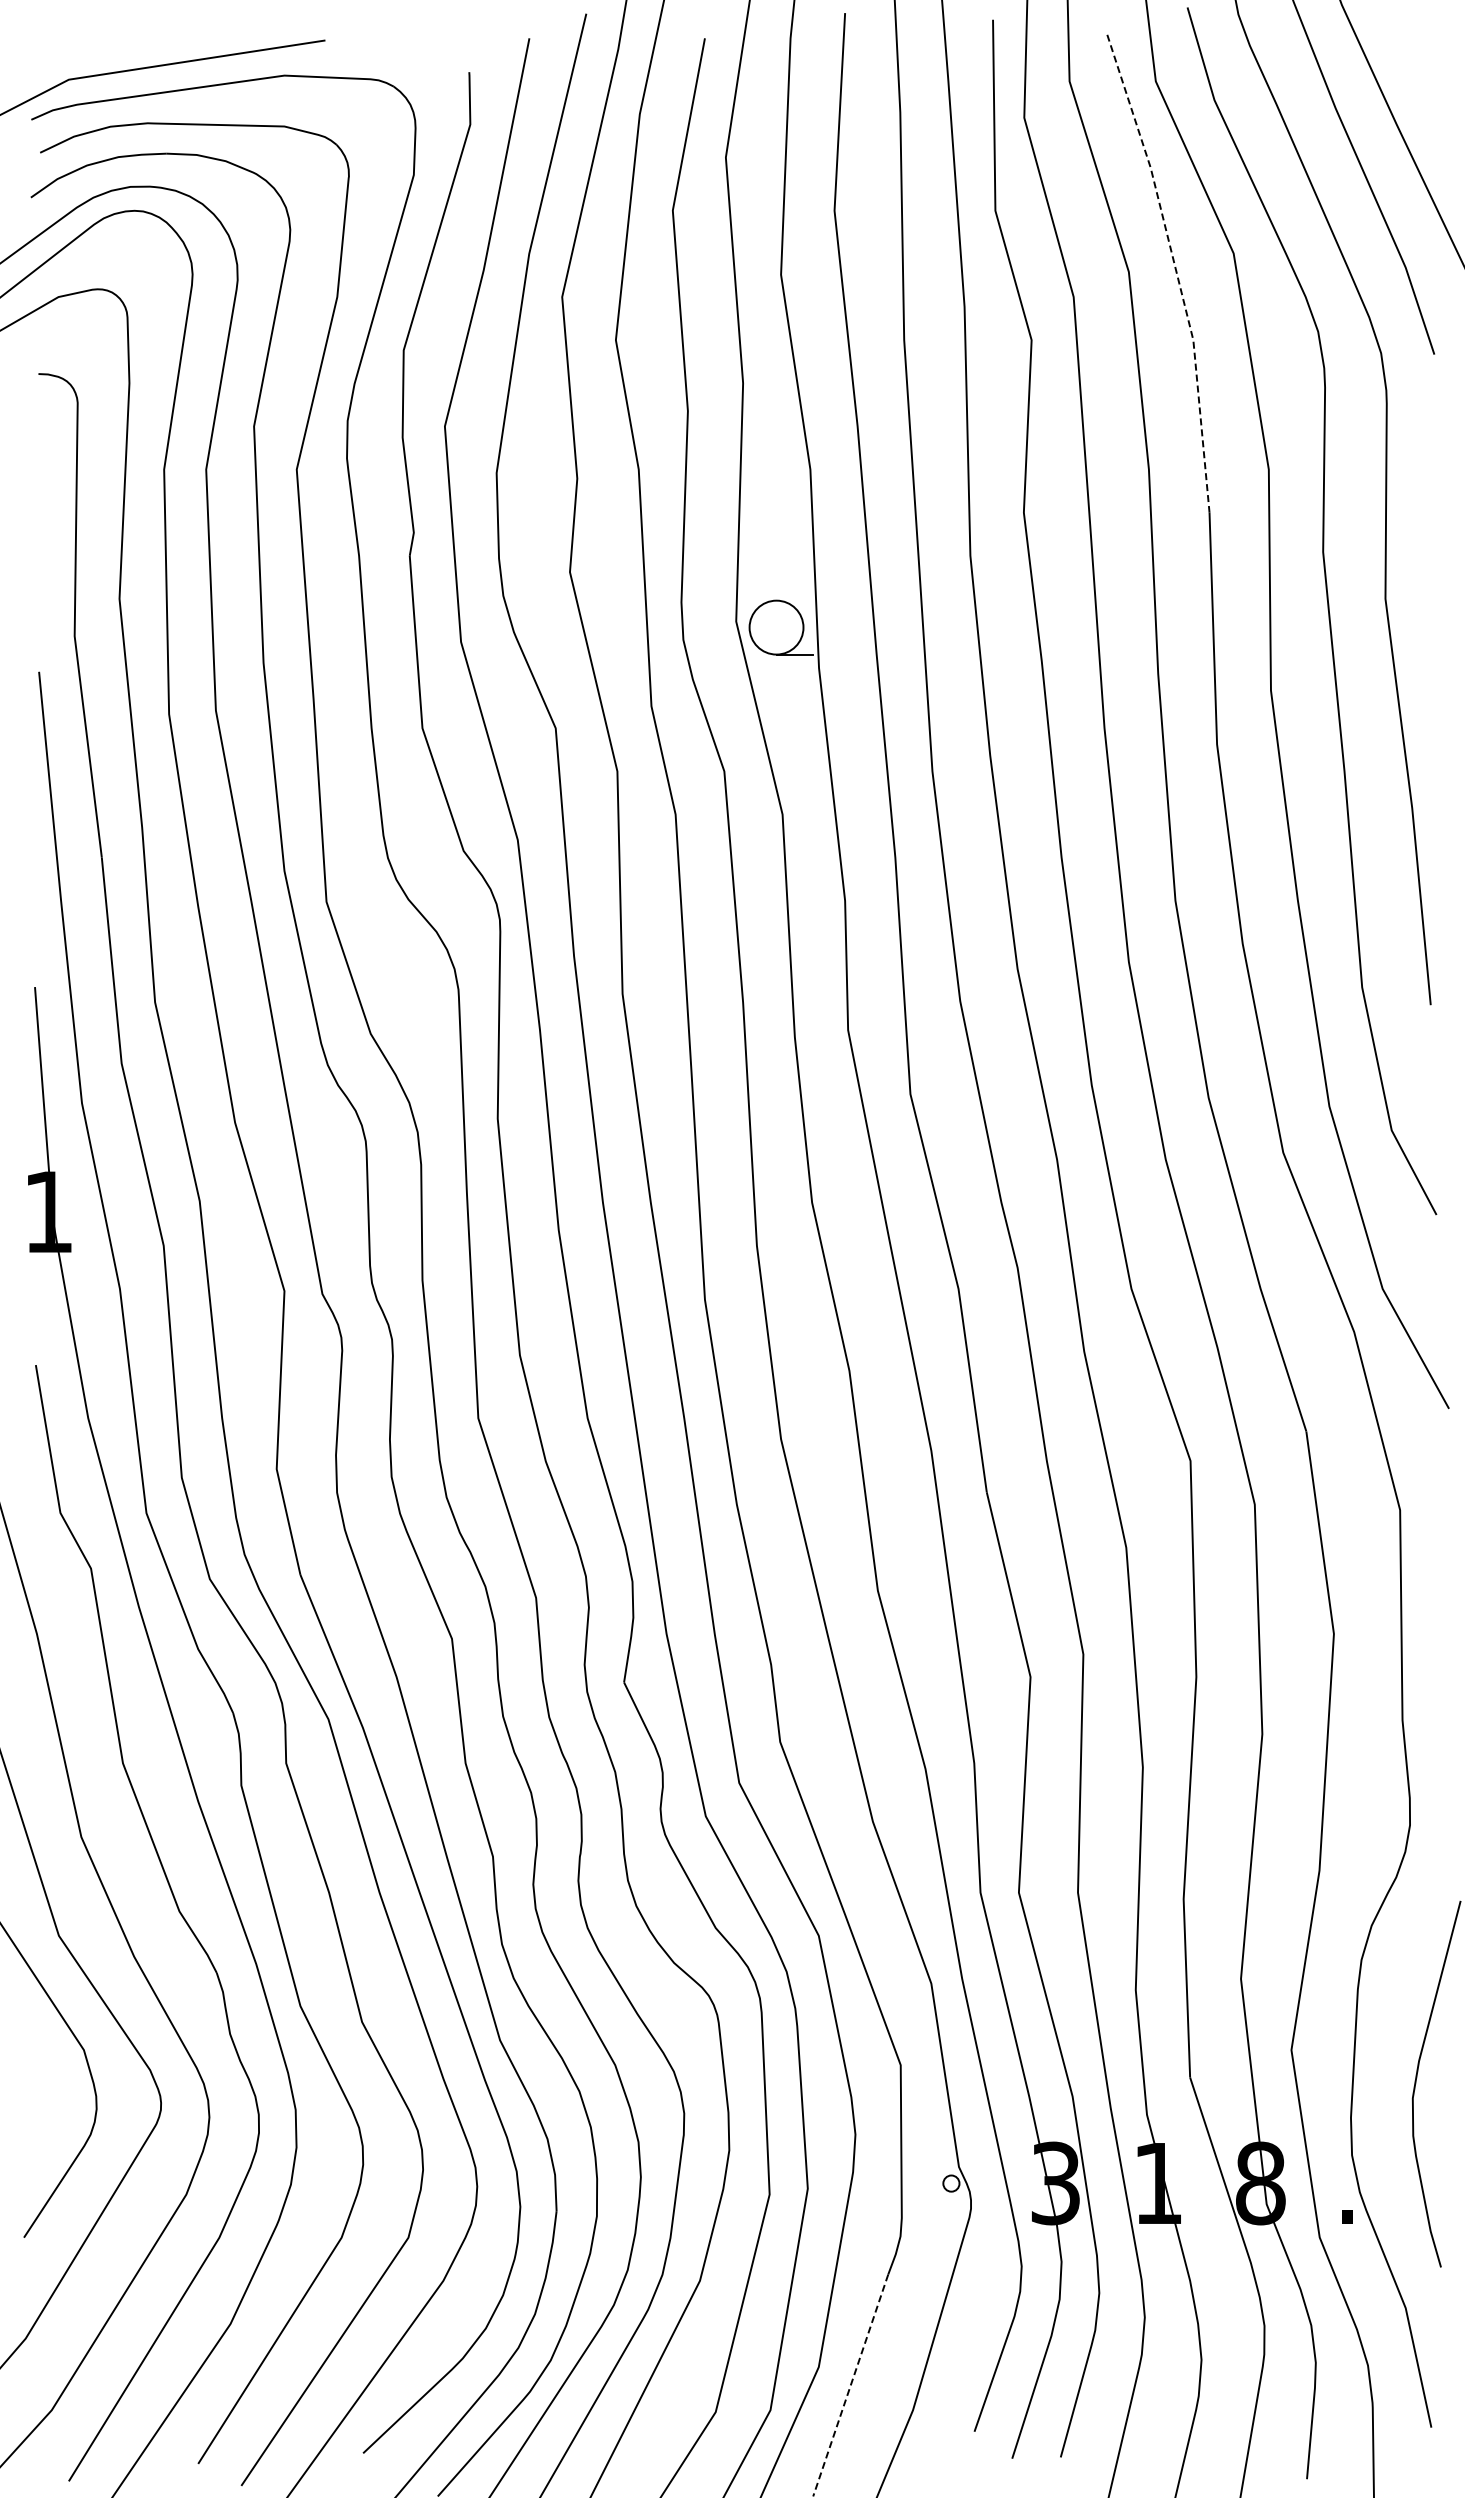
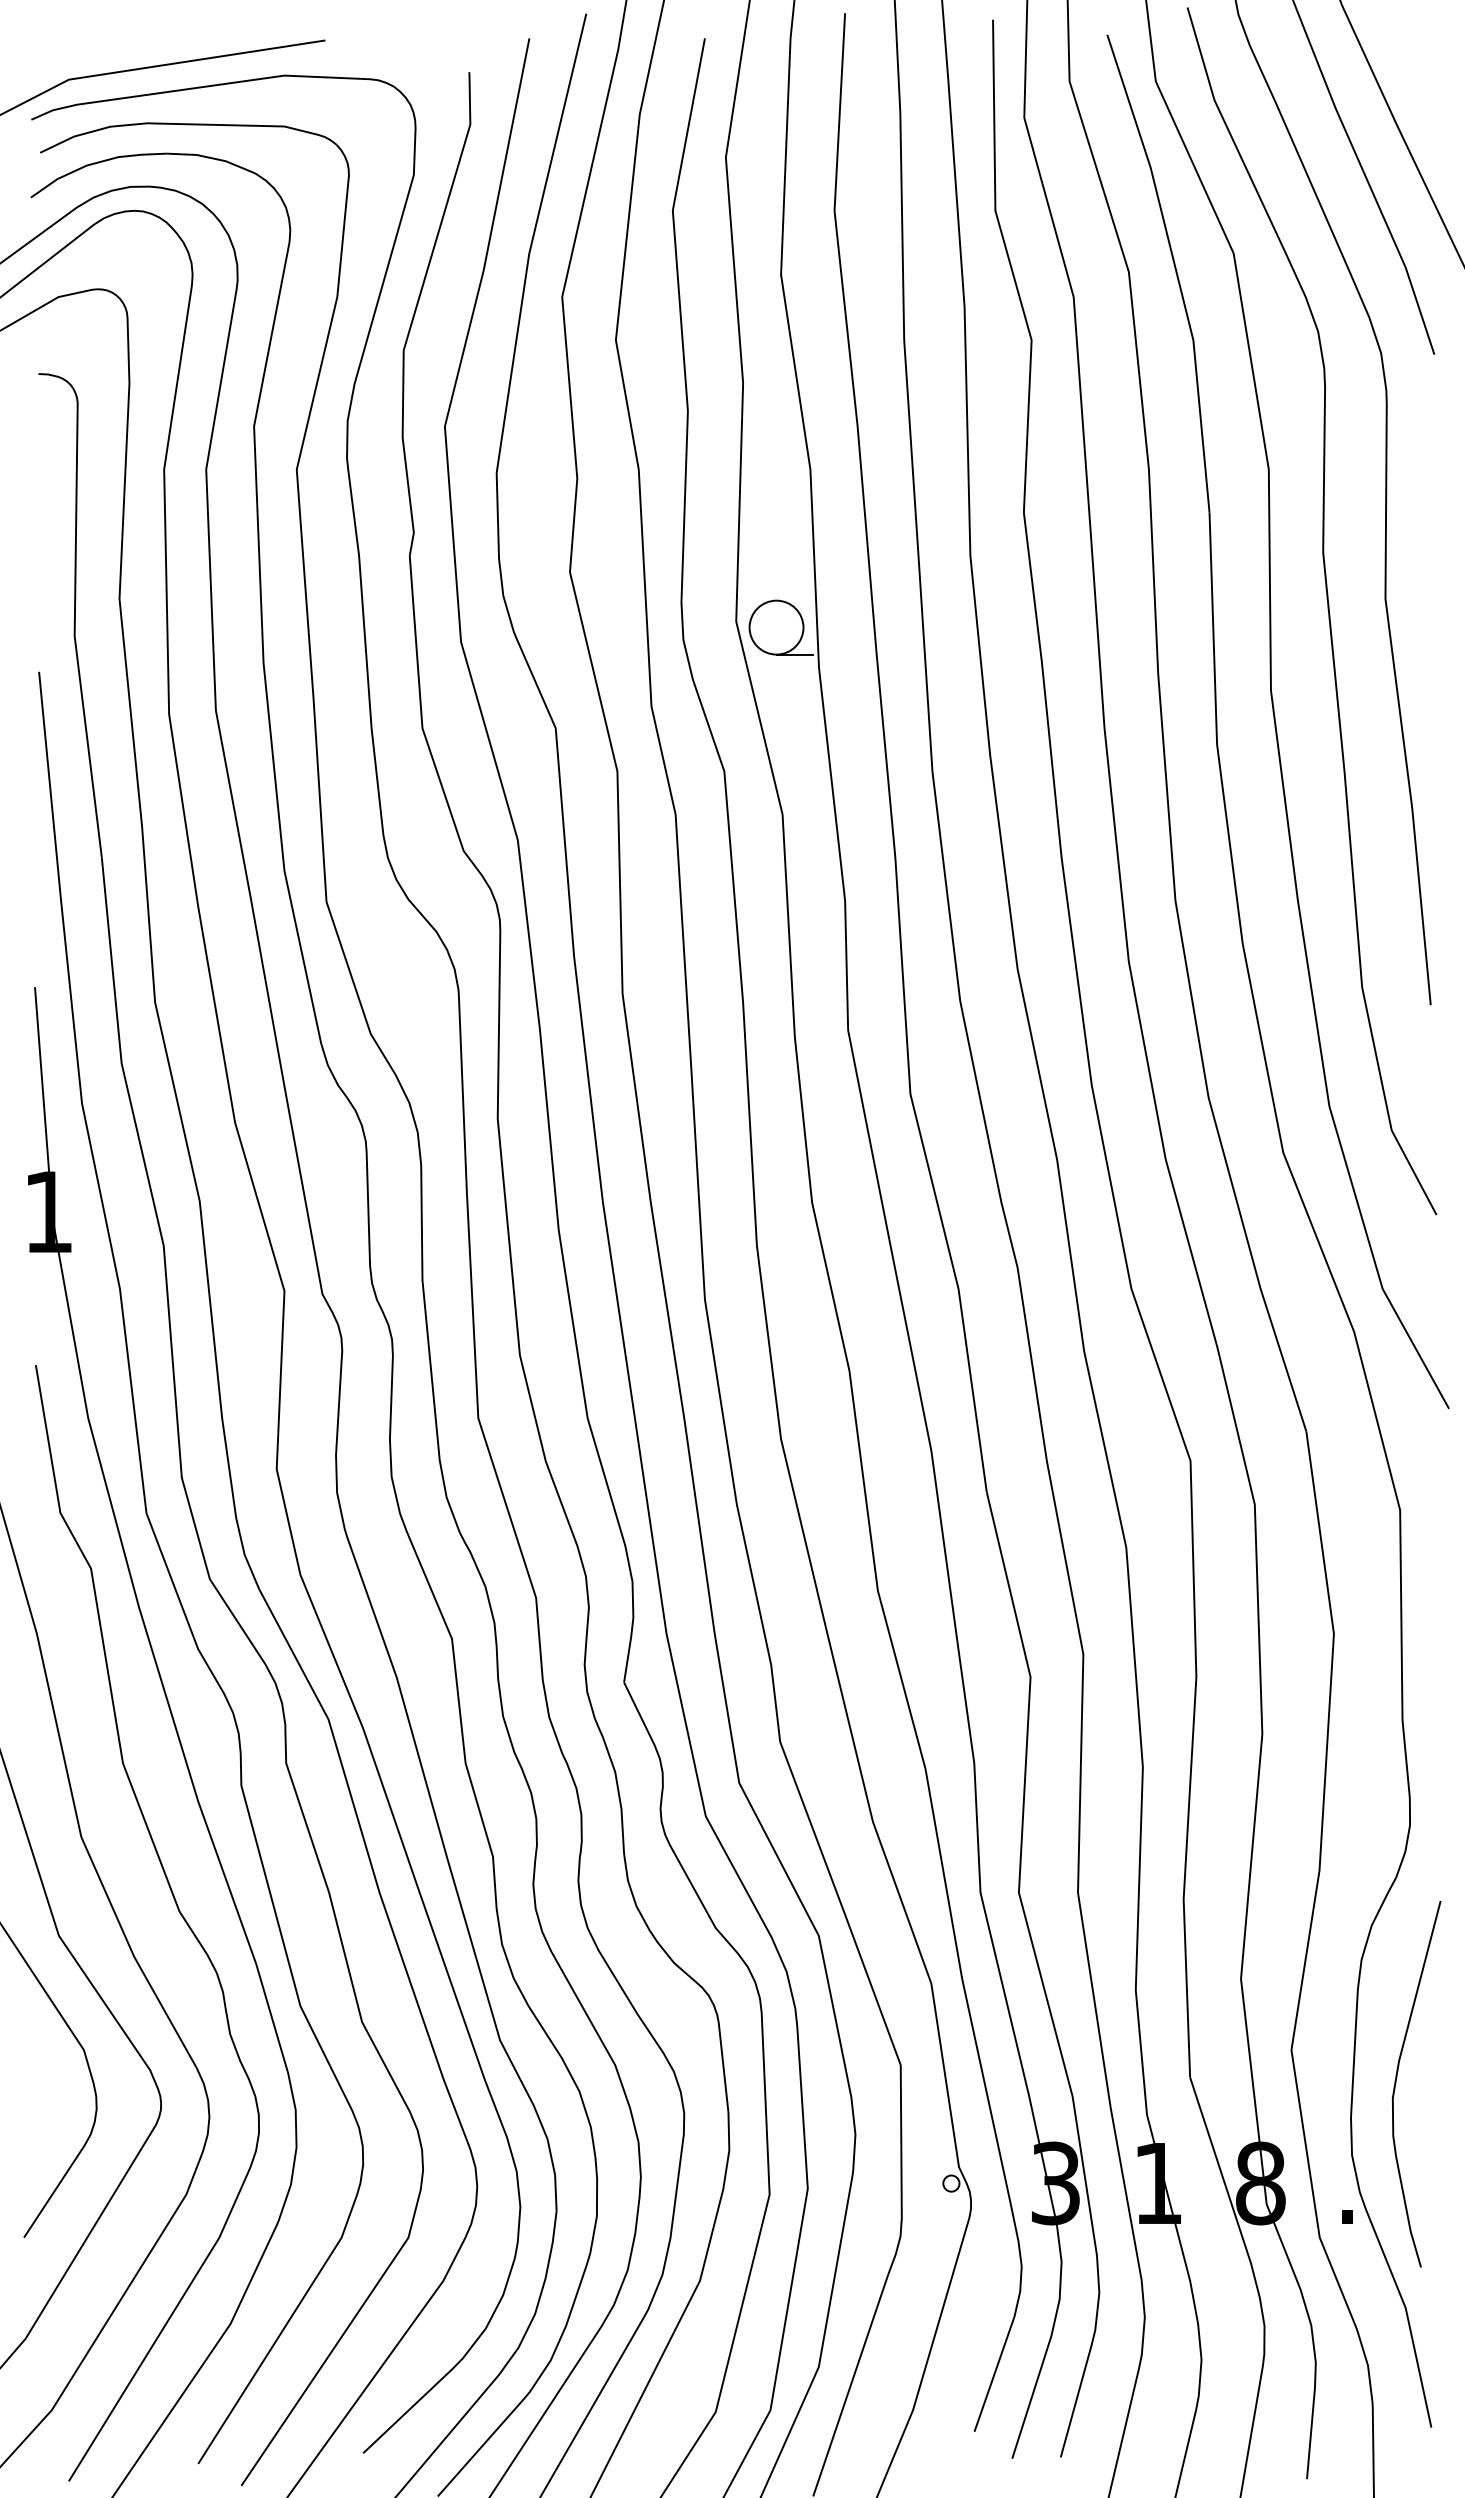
line at (1176, 270): dashed -> solid
curve at (1417, 2077) position: (1417, 2077) -> (1397, 2077)
line at (850, 2386): dashed -> solid
